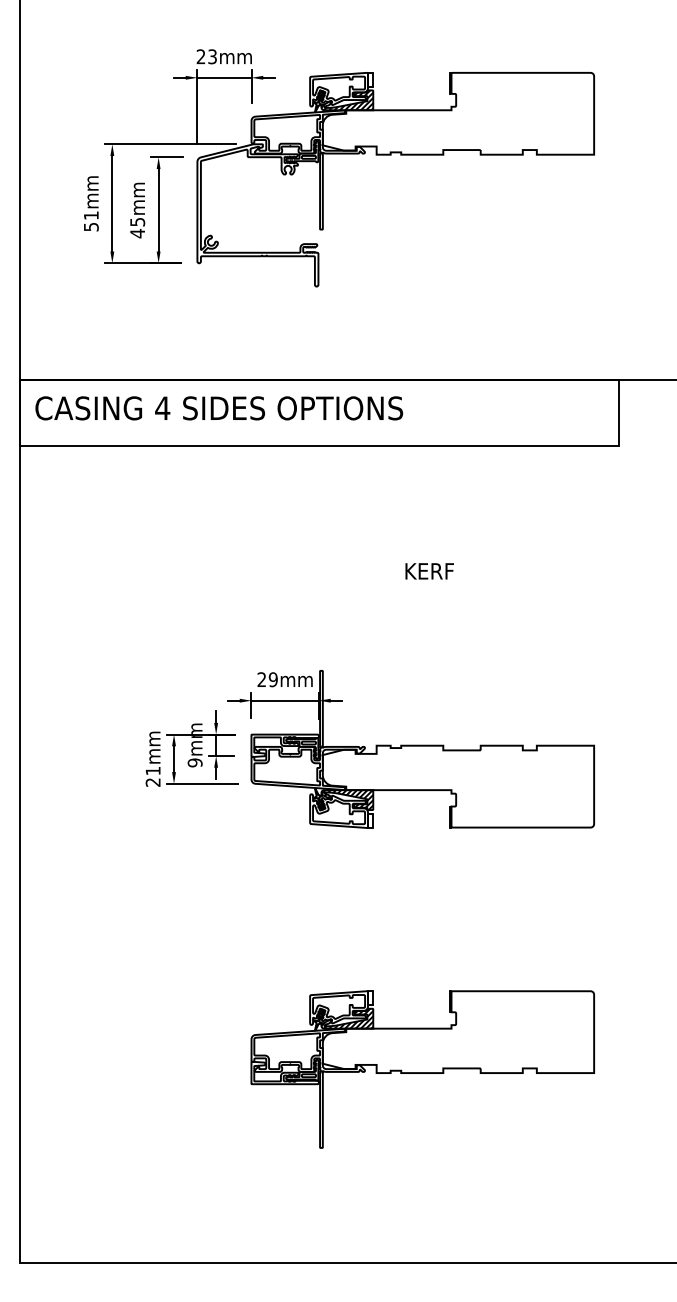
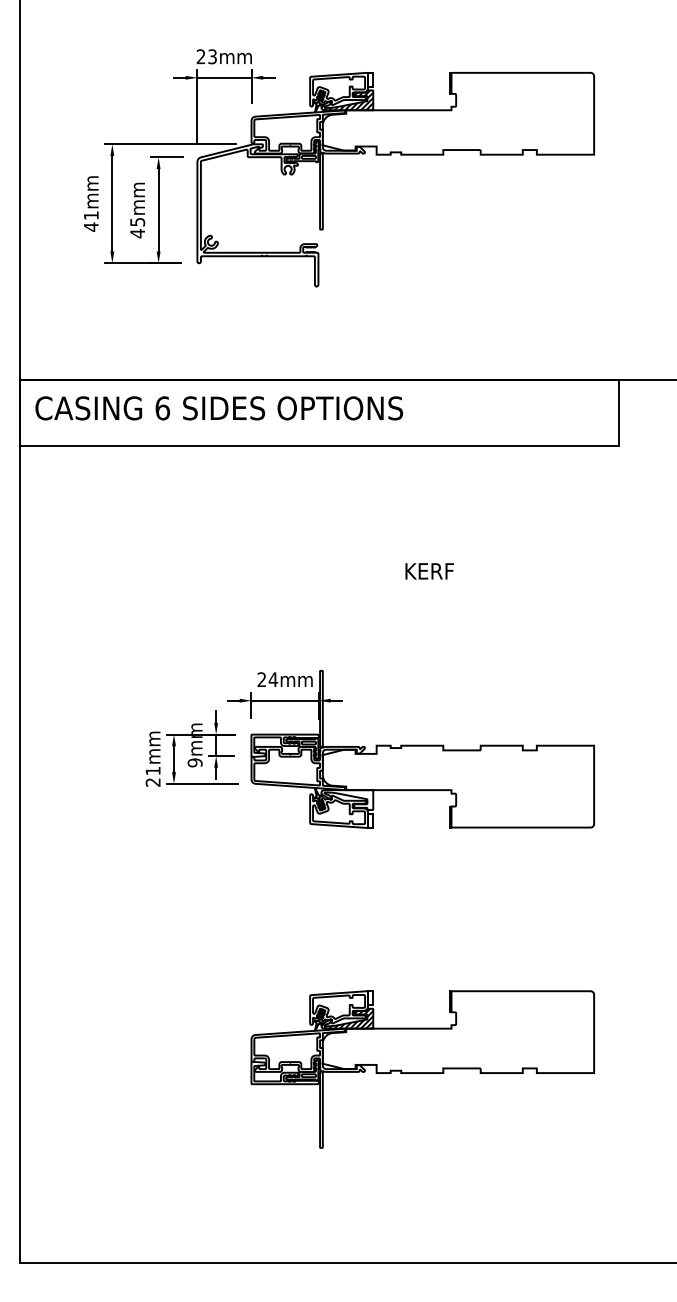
text at (91, 226): 51mm -> 41mm
text at (162, 408): 4 -> 6
text at (273, 679): 29mm -> 24mm
hatch at (347, 800): present -> none
